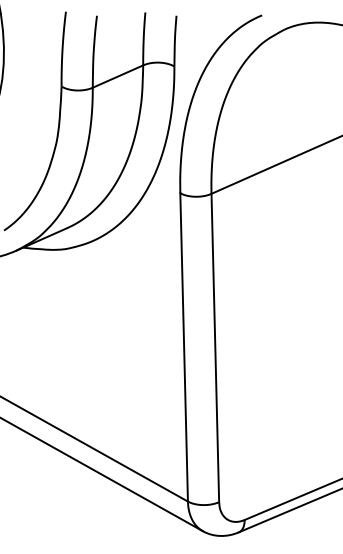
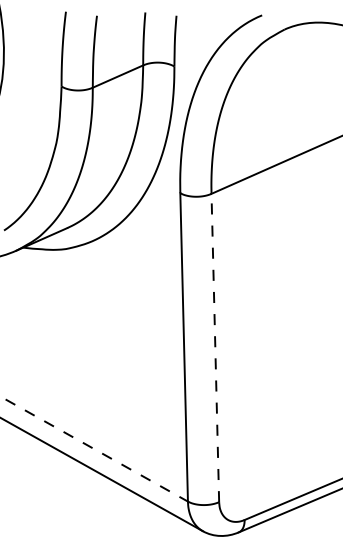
line at (215, 347): solid -> dashed
line at (94, 449): solid -> dashed
